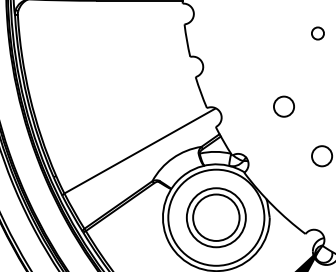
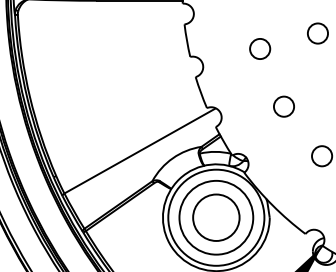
circle at (317, 33) size: 14x15 px -> 22x23 px
circle at (260, 48): none -> present
circle at (215, 217) diameter: 59 px -> 74 px
